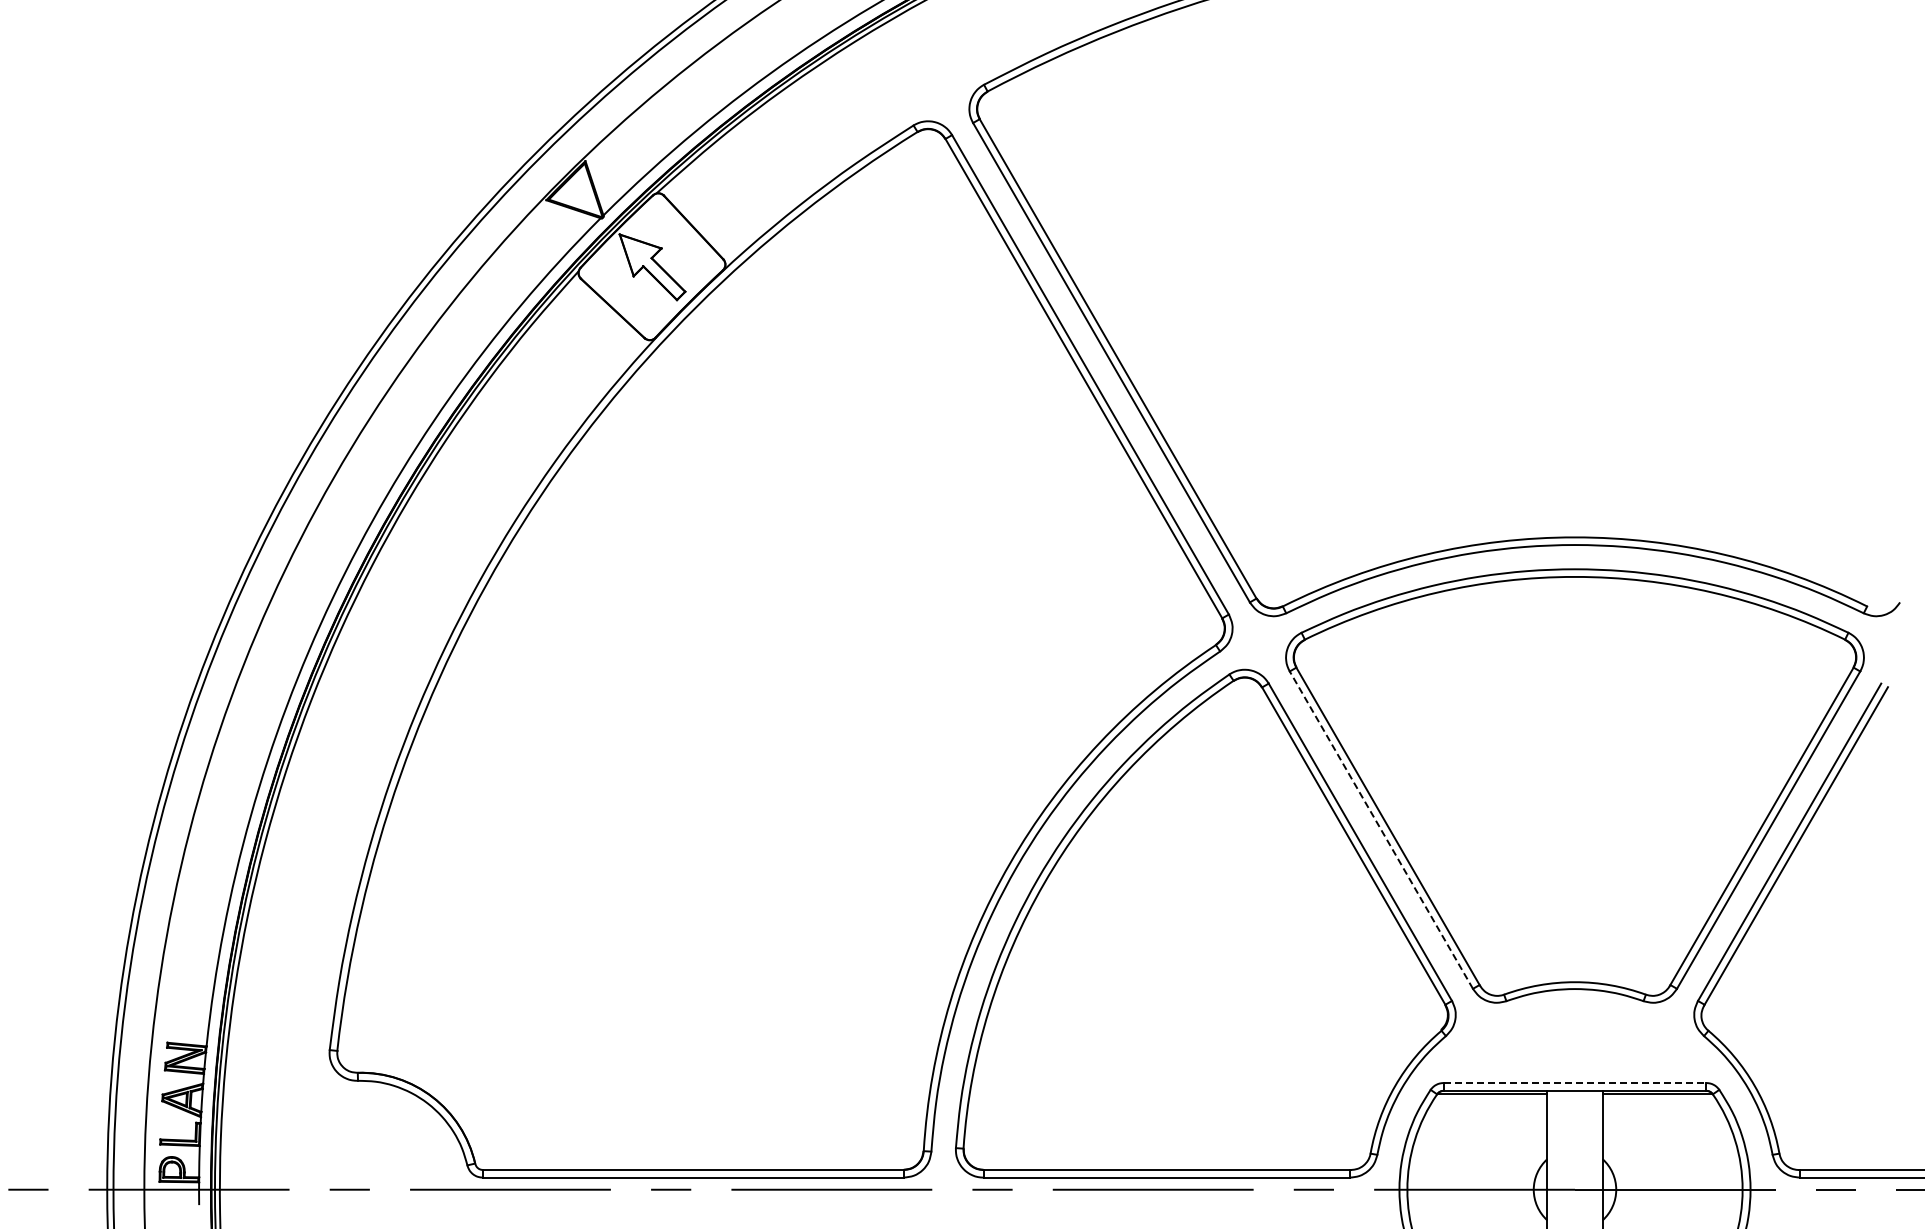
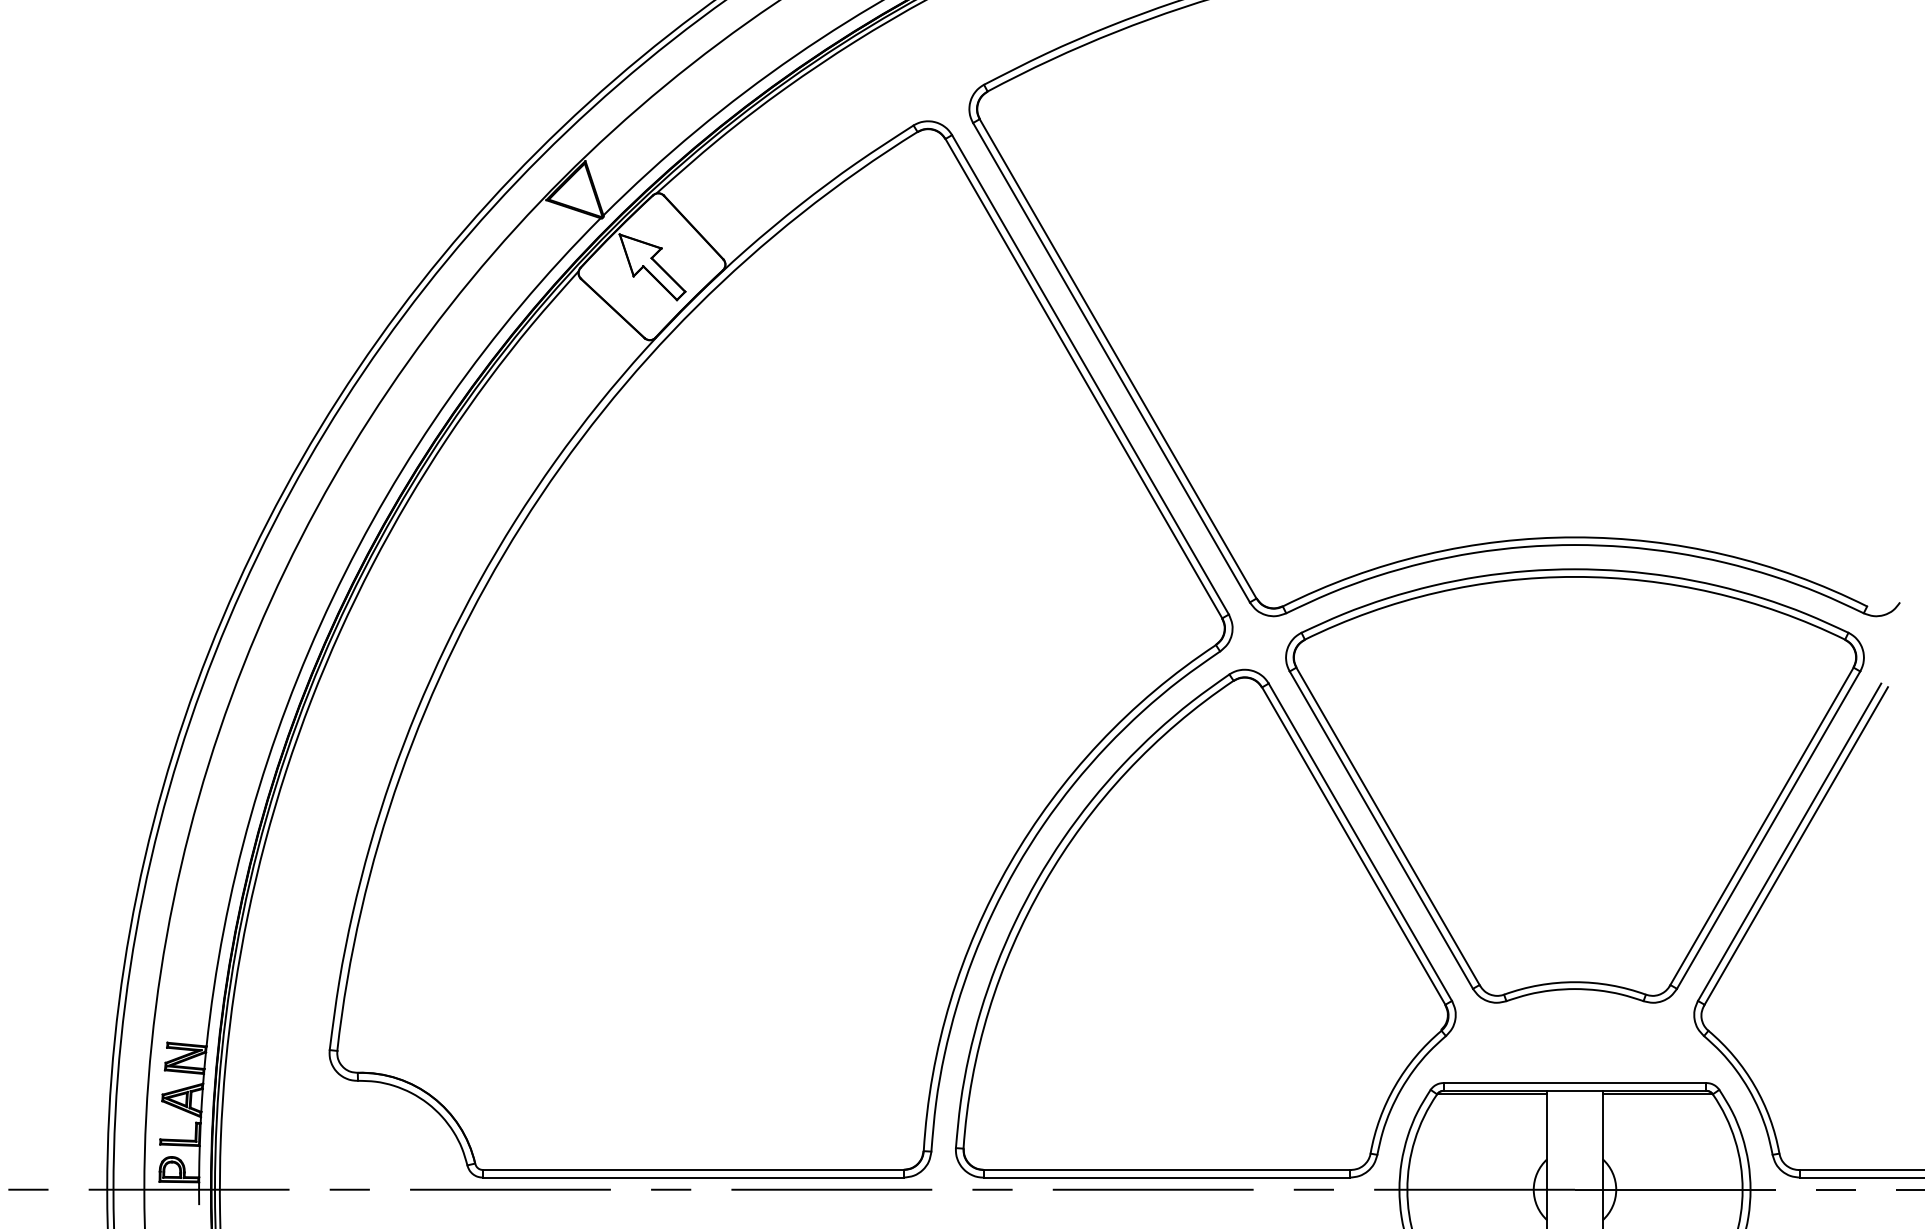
line at (1381, 829): dashed -> solid
line at (1575, 1083): dashed -> solid
